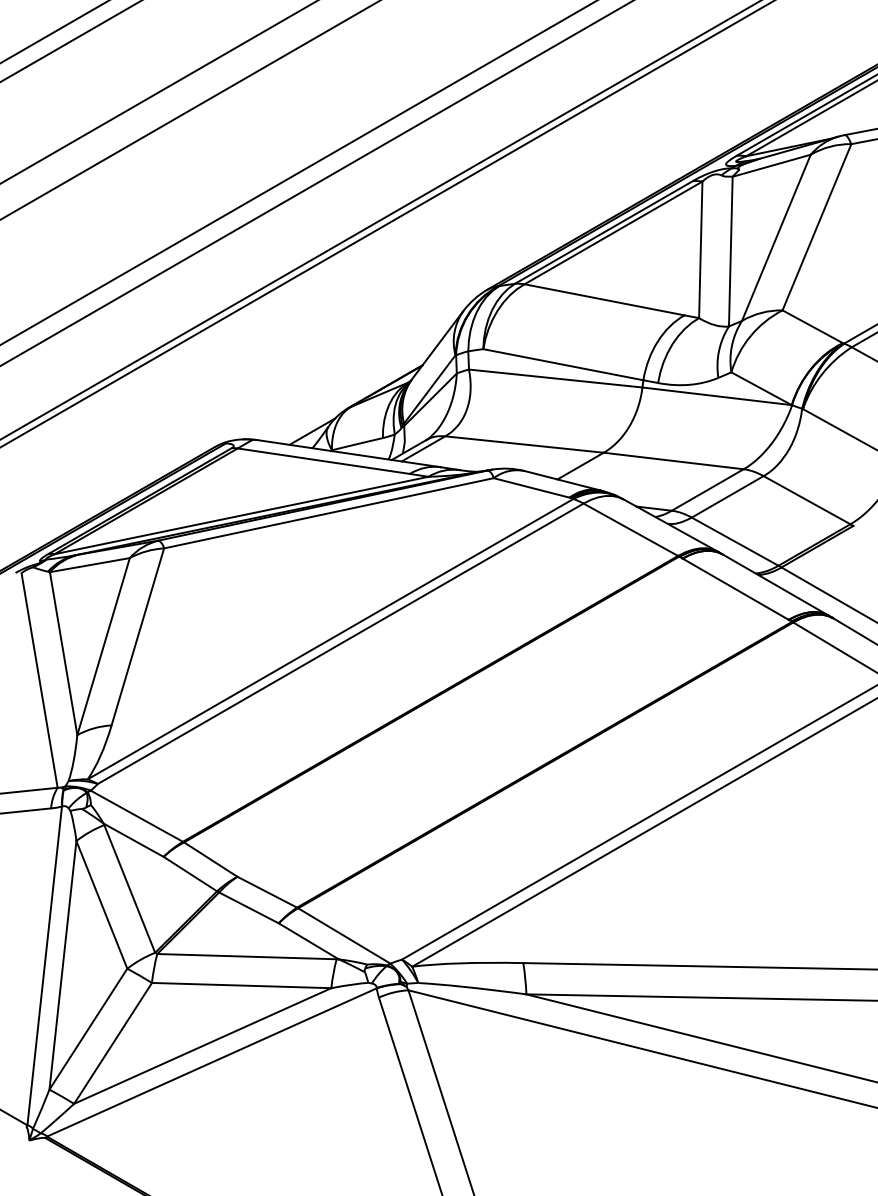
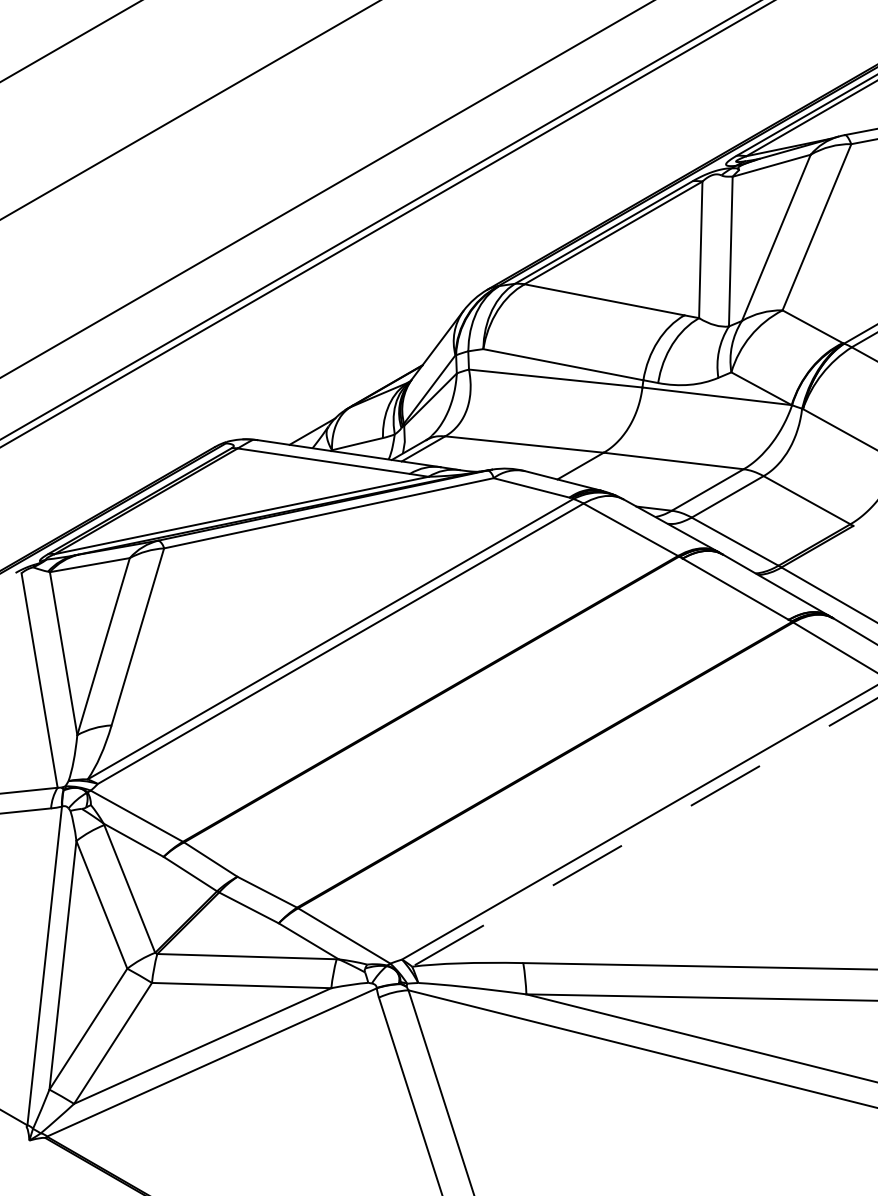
line at (54, 32): present -> none
line at (158, 92): present -> none
line at (298, 172): present -> none
line at (316, 183) position: (316, 183) -> (326, 189)
line at (644, 832): solid -> dashed
